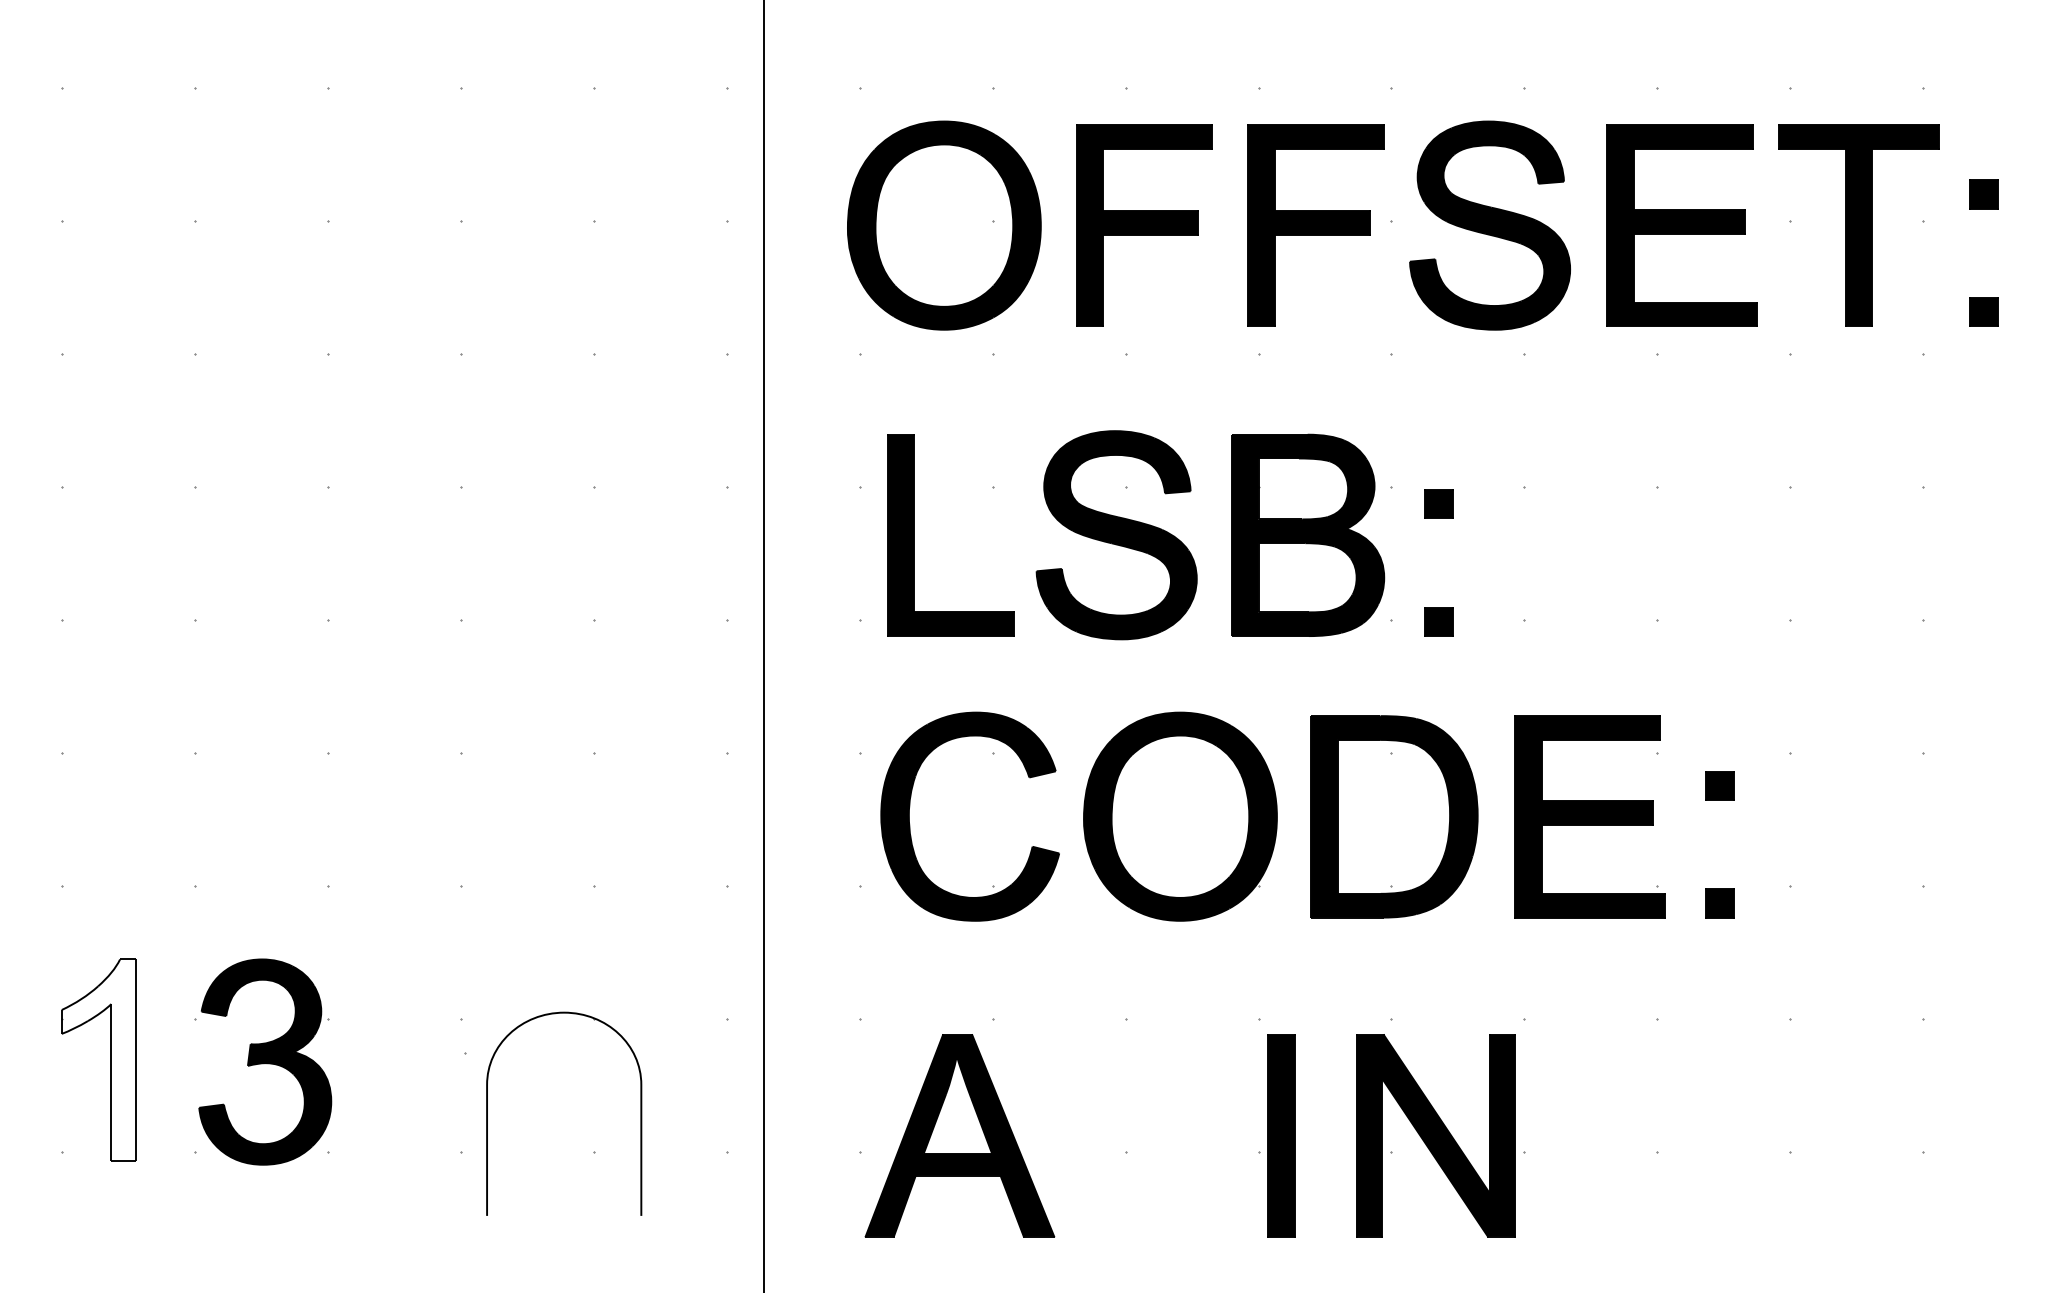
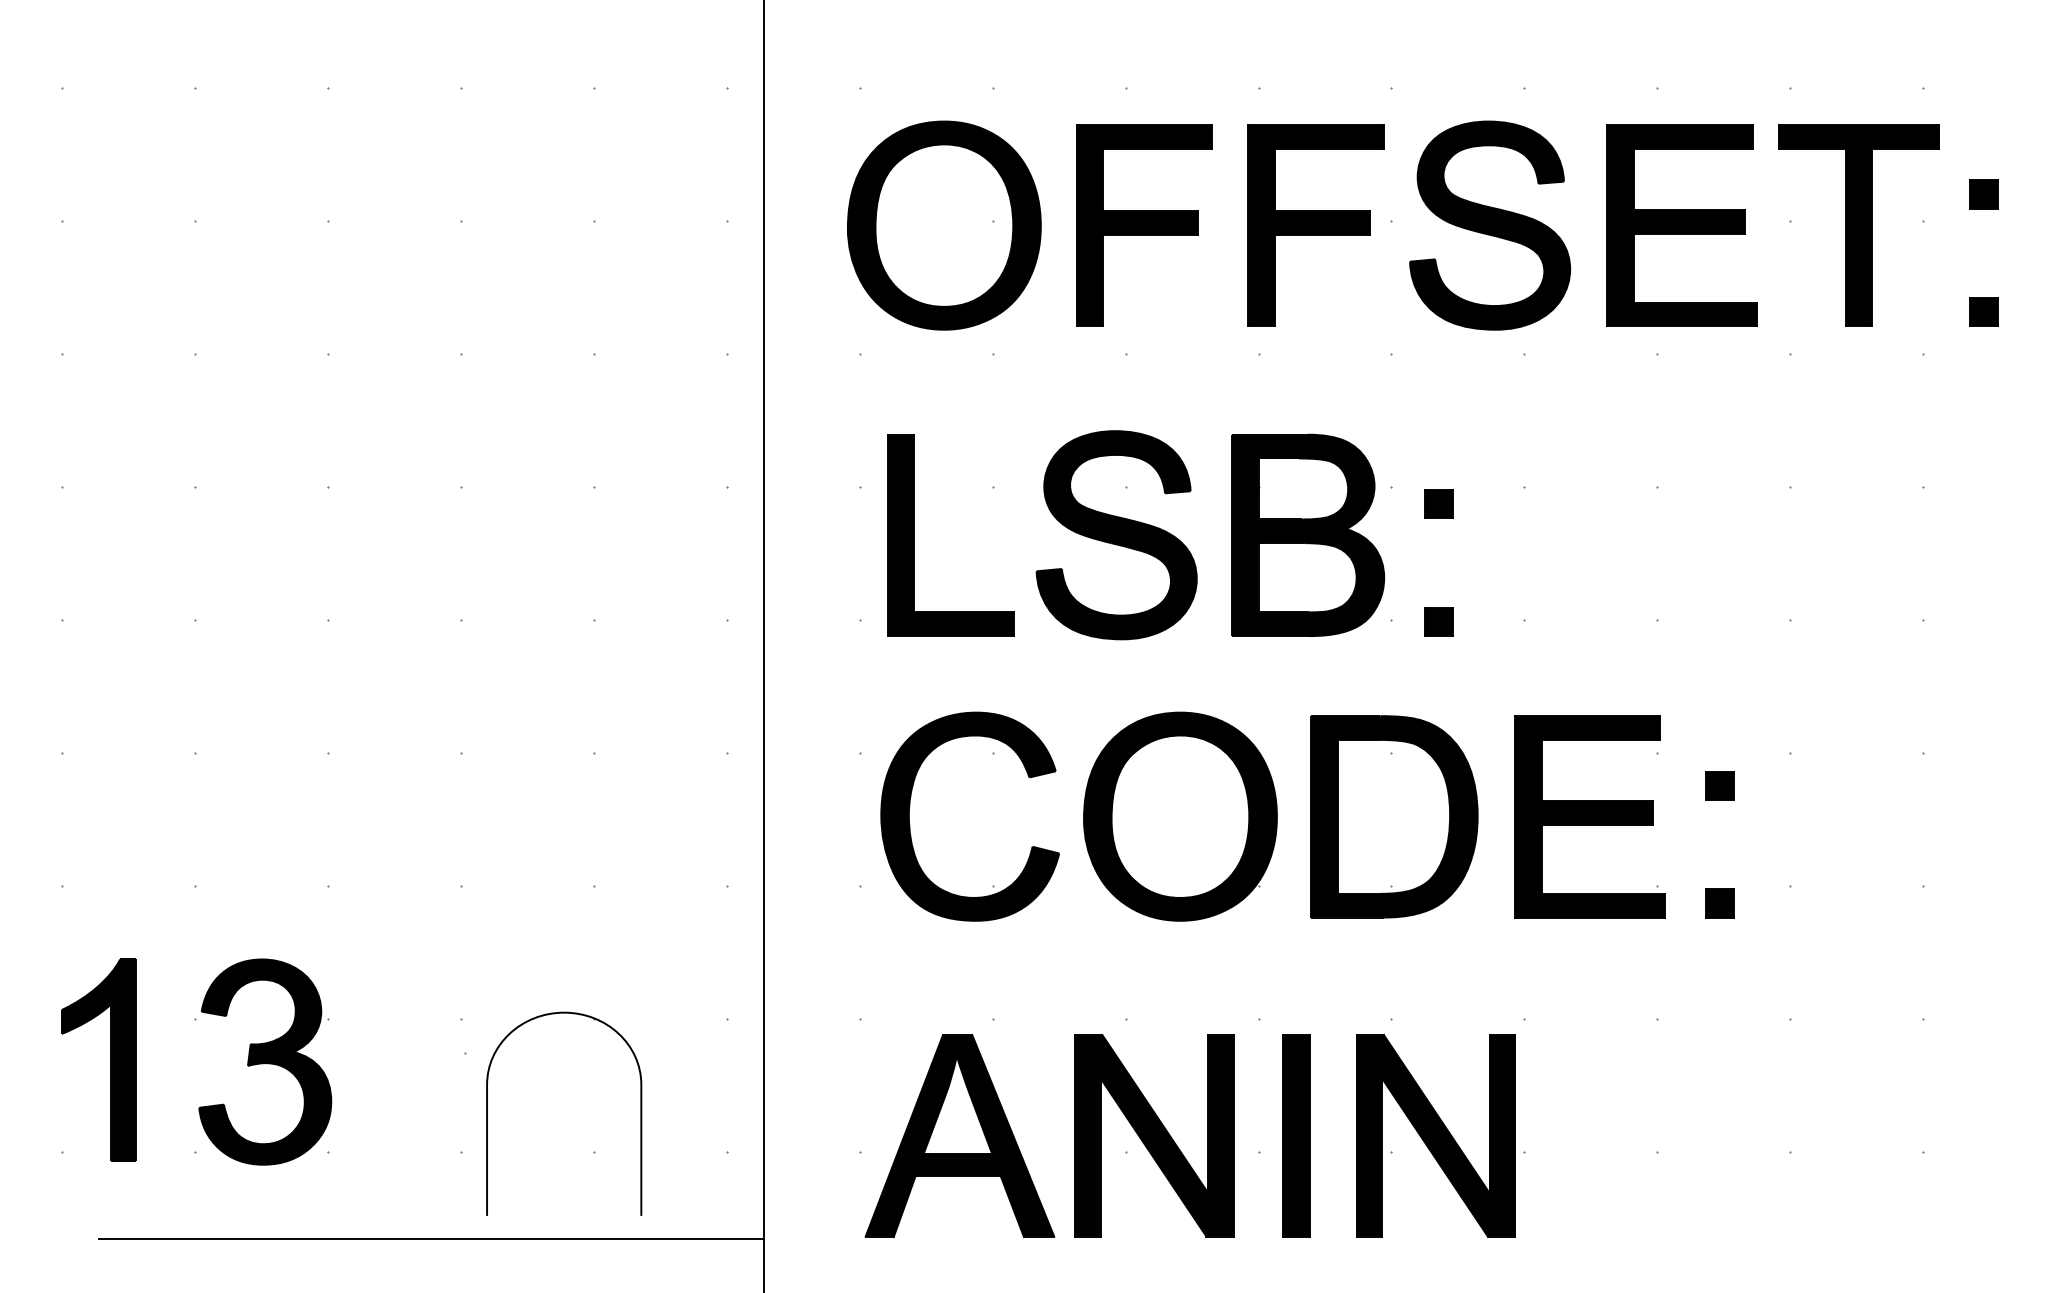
fill at (98, 1060): none -> present
part at (1154, 1135): none -> present
part at (1281, 1135) position: (1281, 1135) -> (1296, 1135)
line at (431, 1239): none -> present
